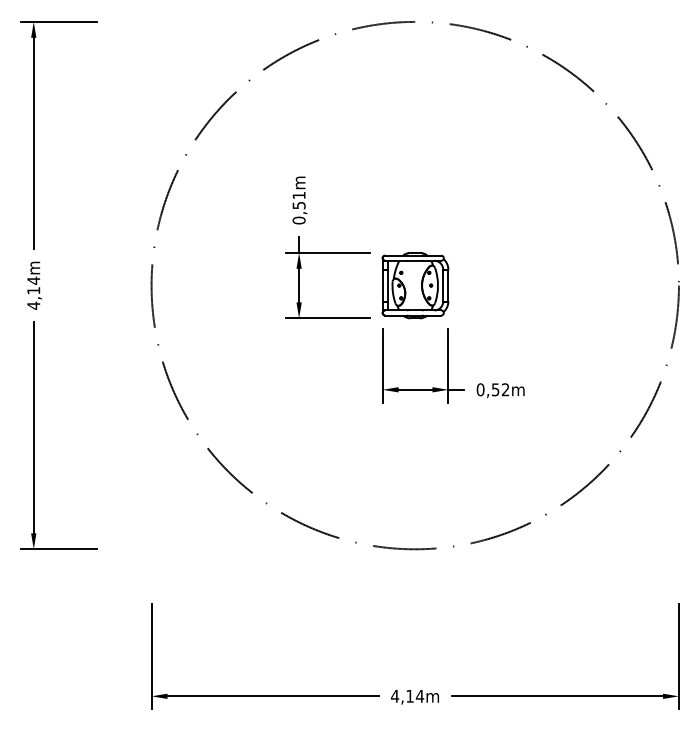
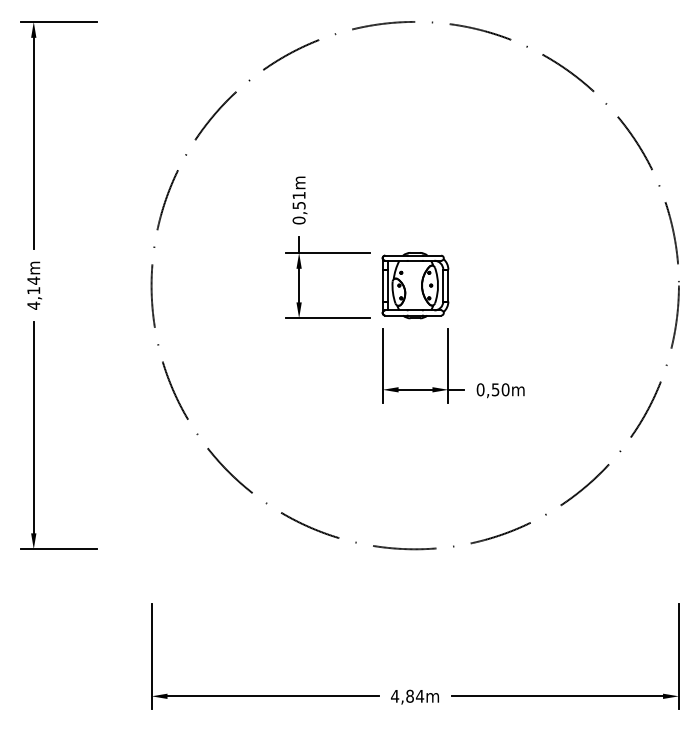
text at (505, 389): 0,52m -> 0,50m
text at (409, 695): 4,14m -> 4,84m
